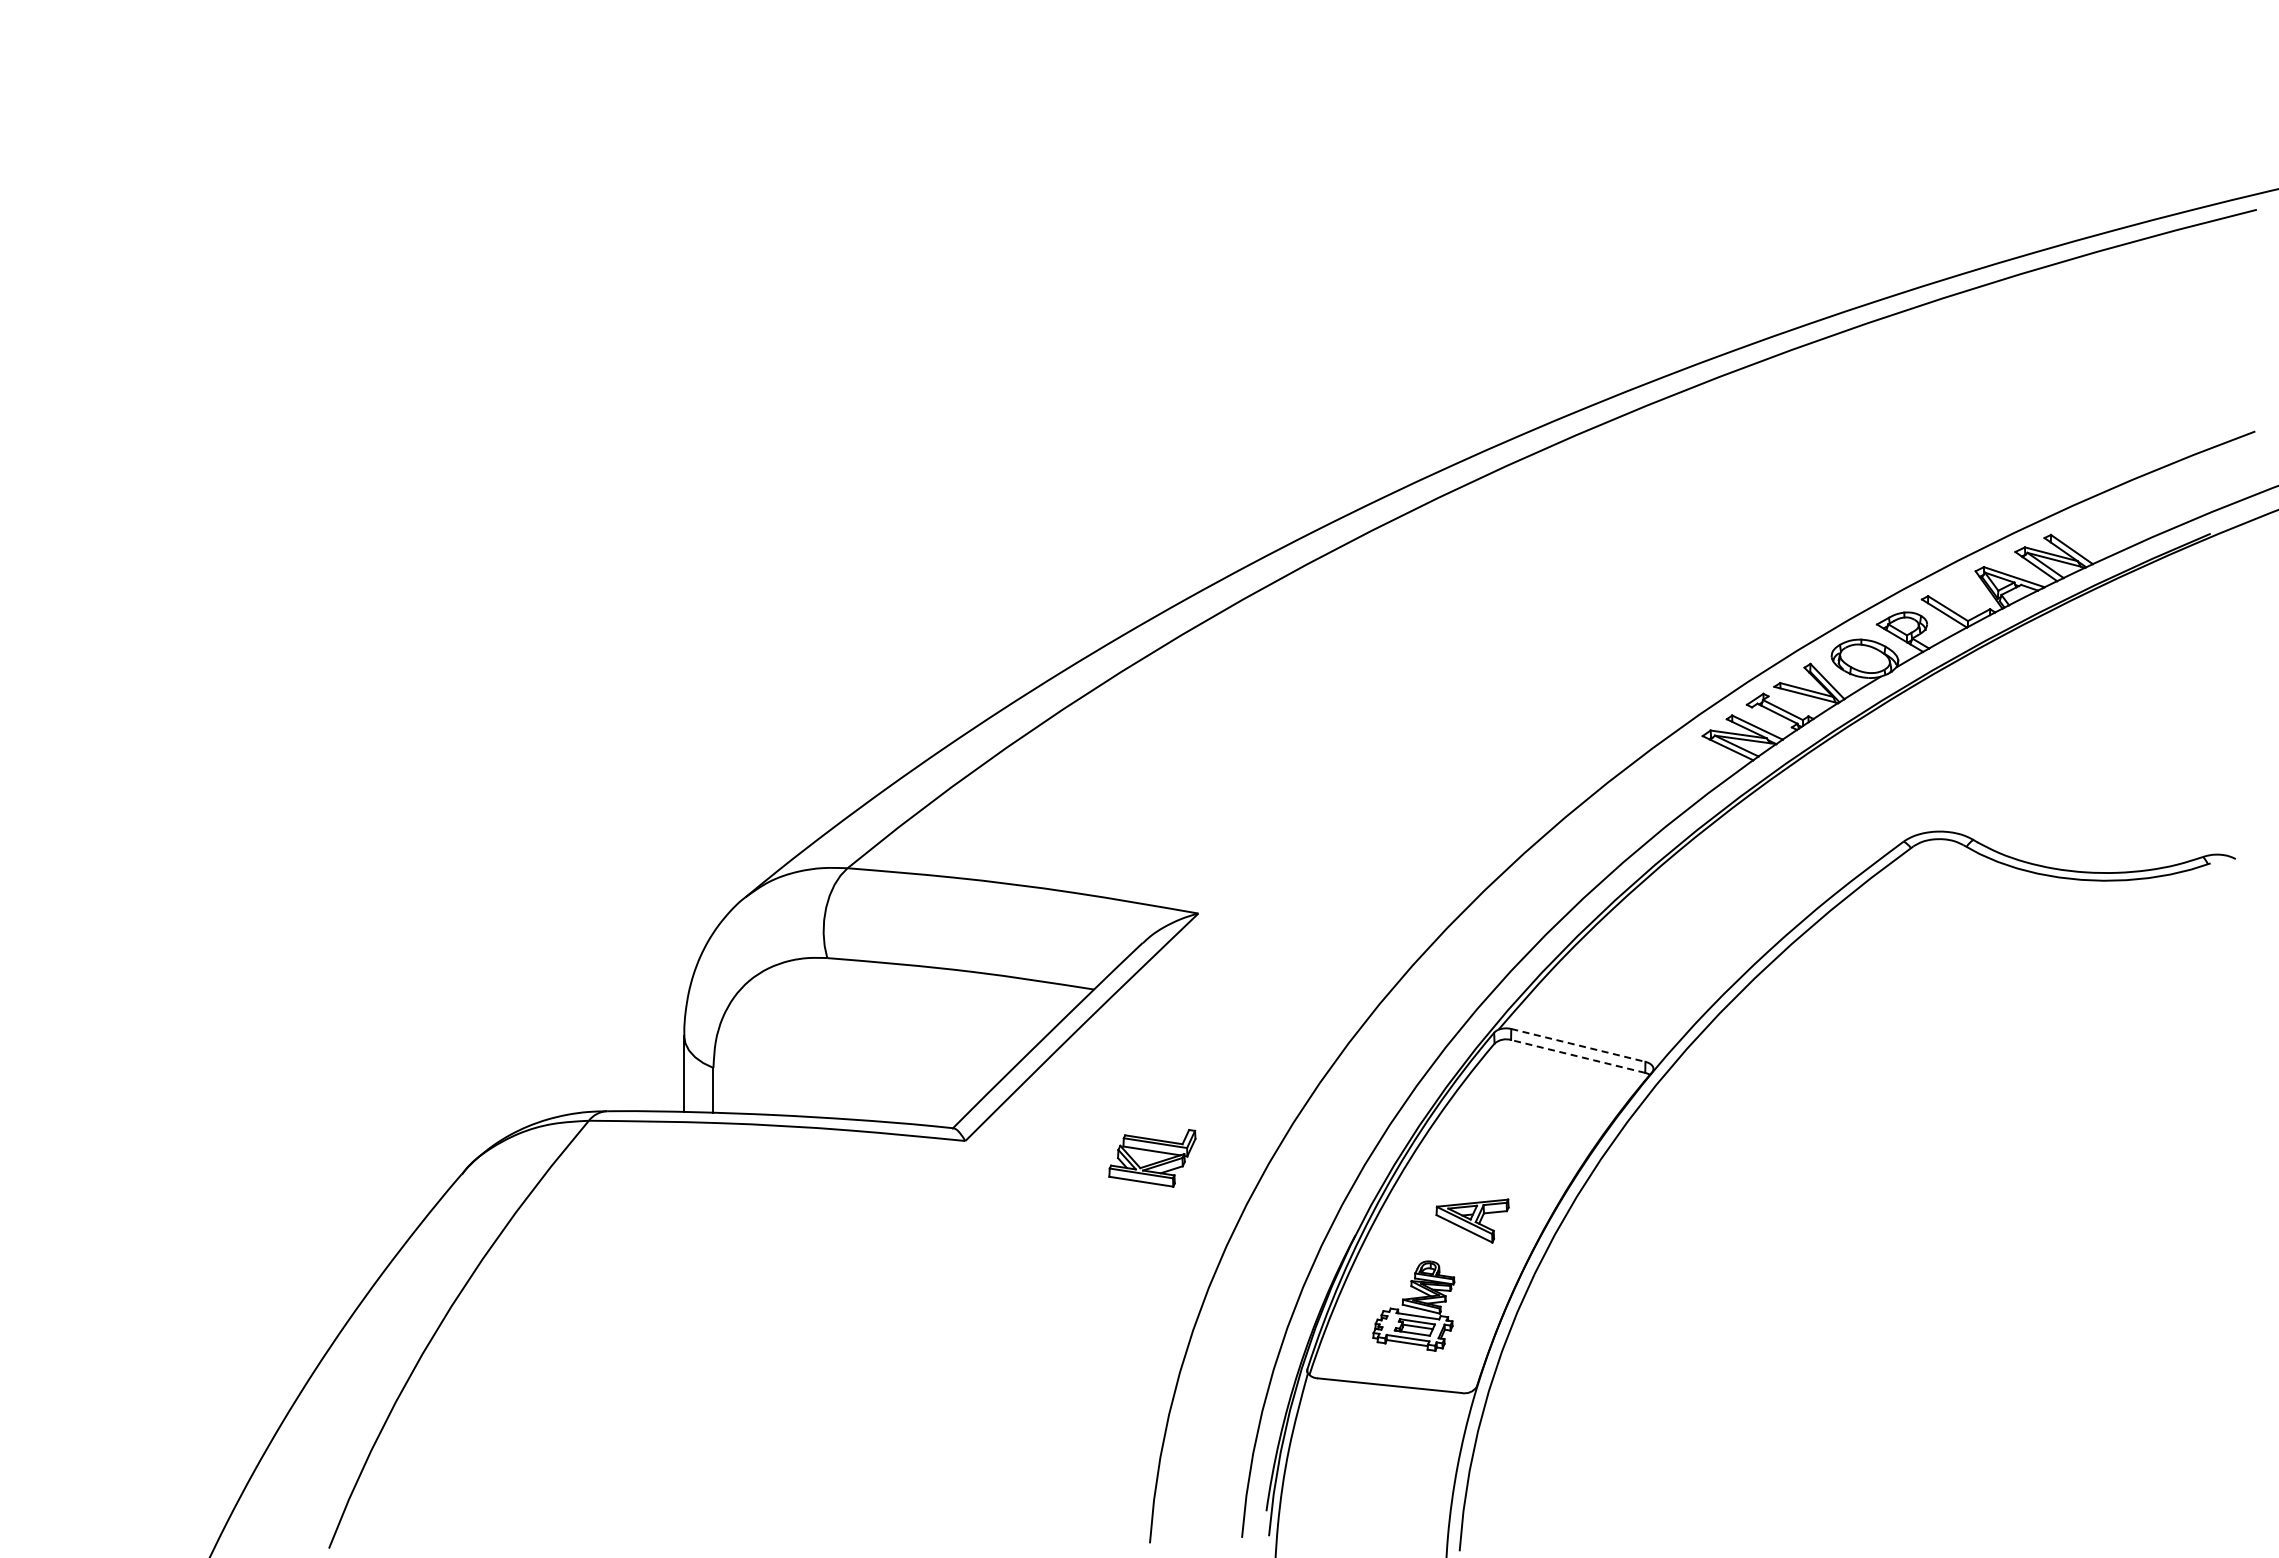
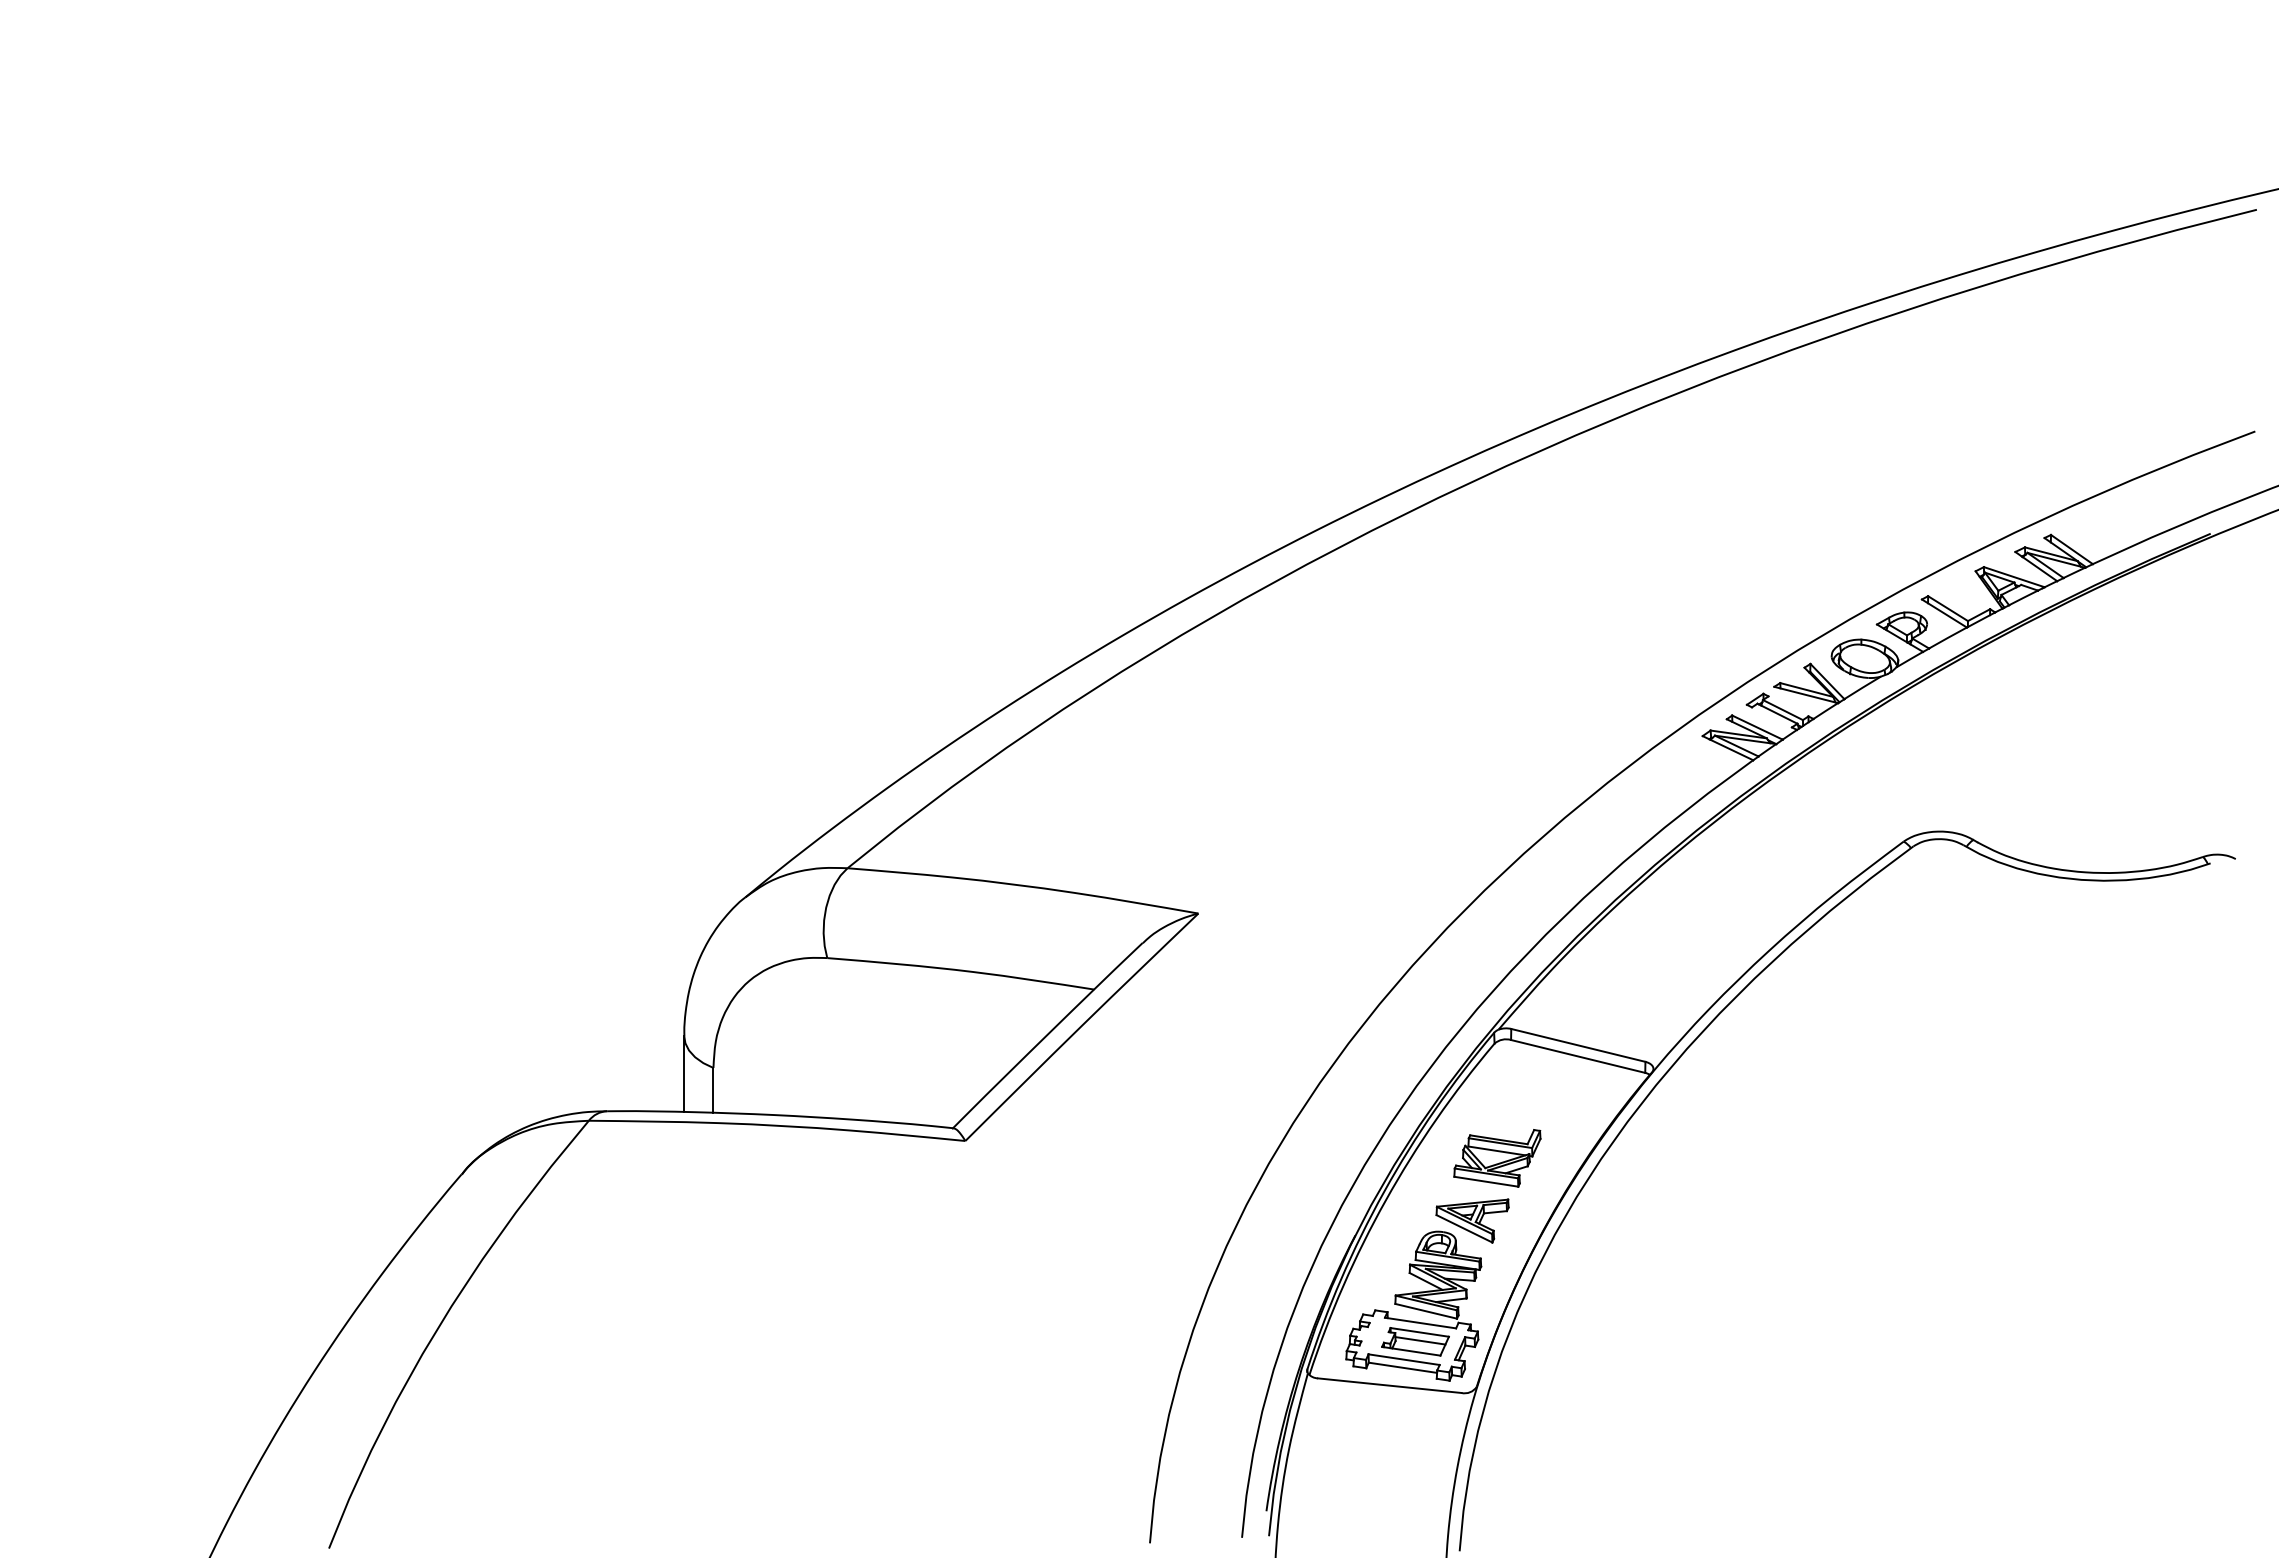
line at (1578, 1045): dashed -> solid
line at (1577, 1056): dashed -> solid
part at (1152, 1158) position: (1152, 1158) -> (1497, 1158)
part at (1413, 1305) size: 84x92 px -> 138x152 px
